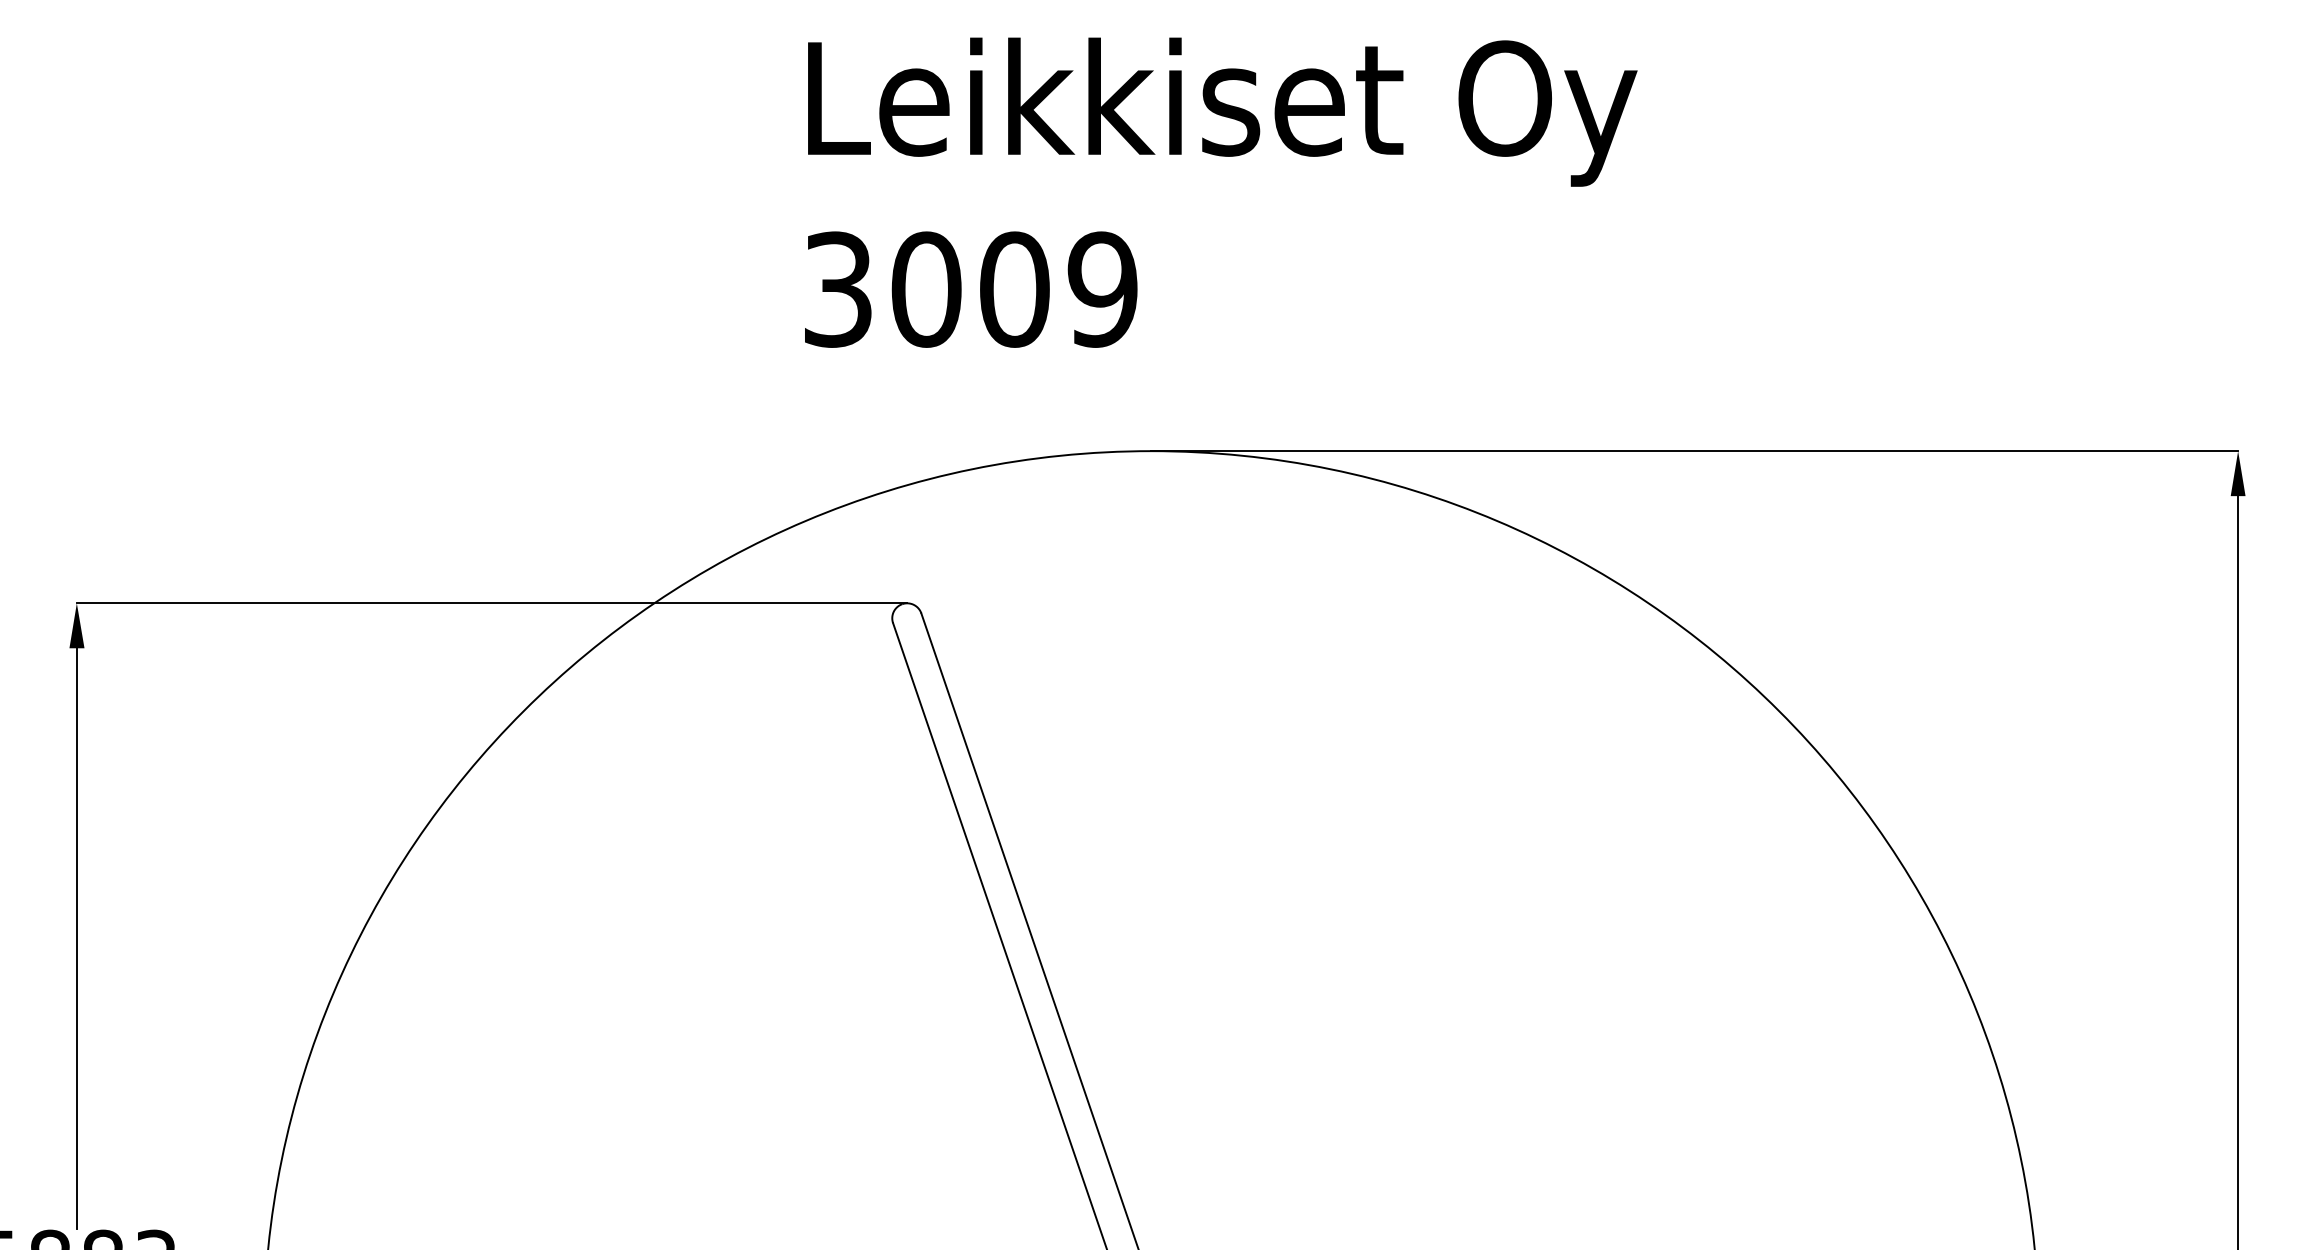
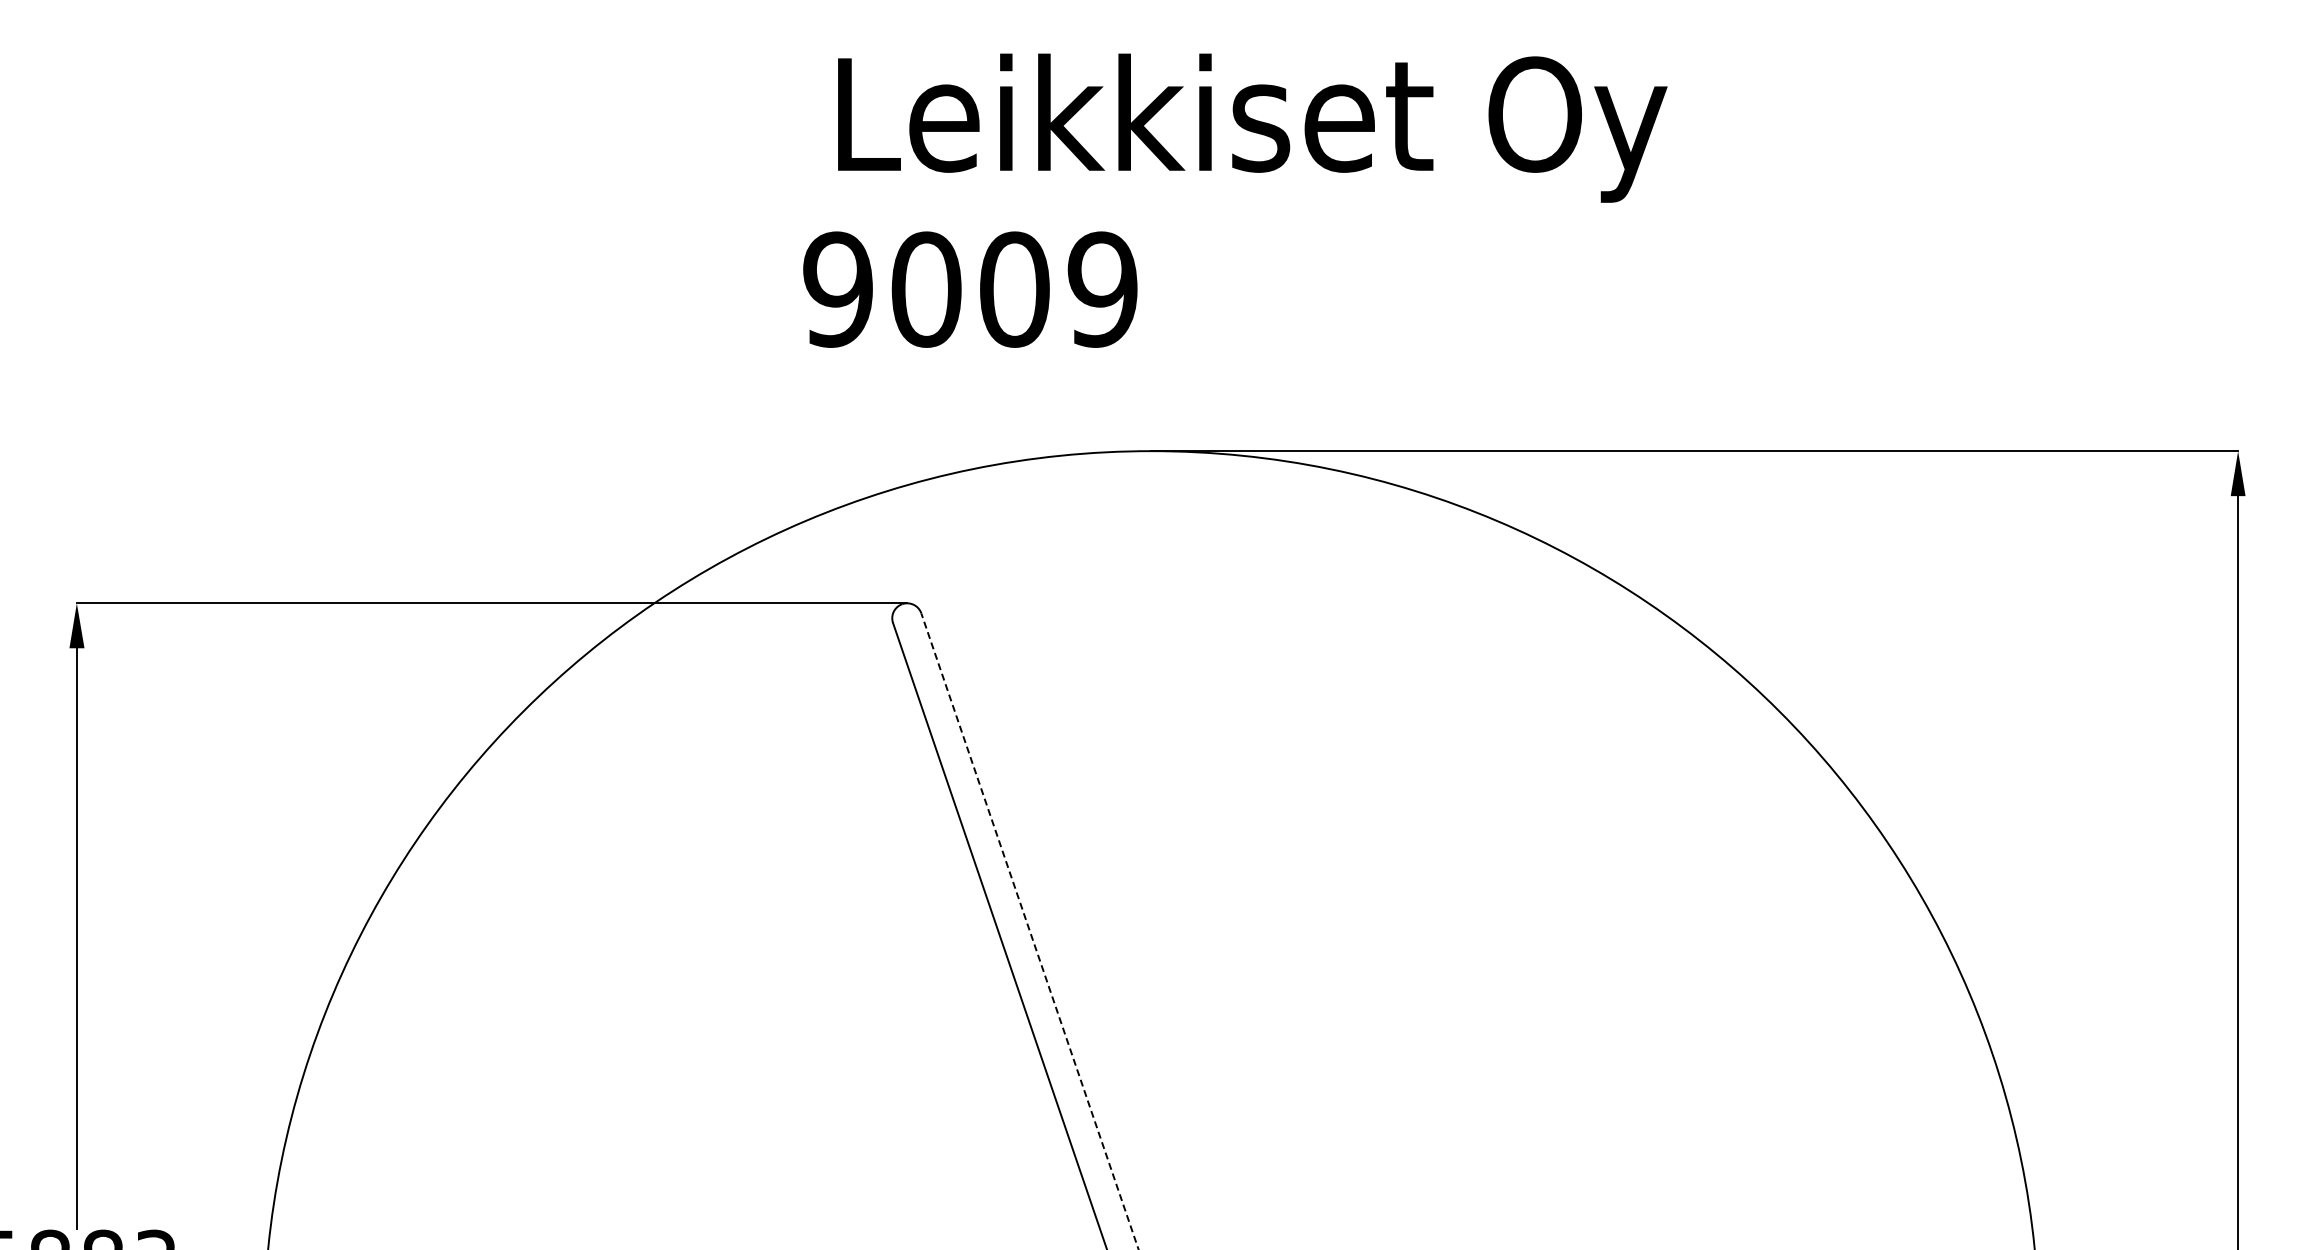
text at (1222, 111) position: (1222, 111) -> (1252, 127)
text at (837, 289): 3009 -> 9009
line at (1029, 931): solid -> dashed
